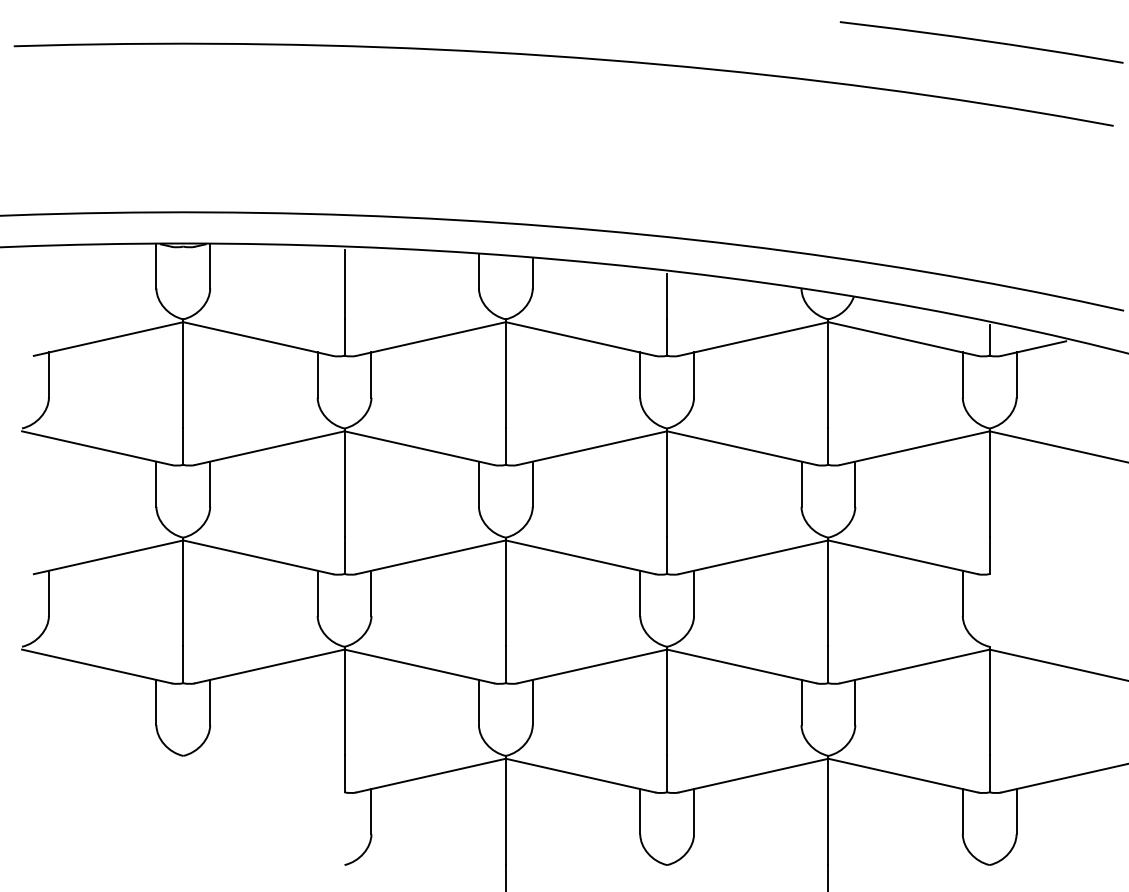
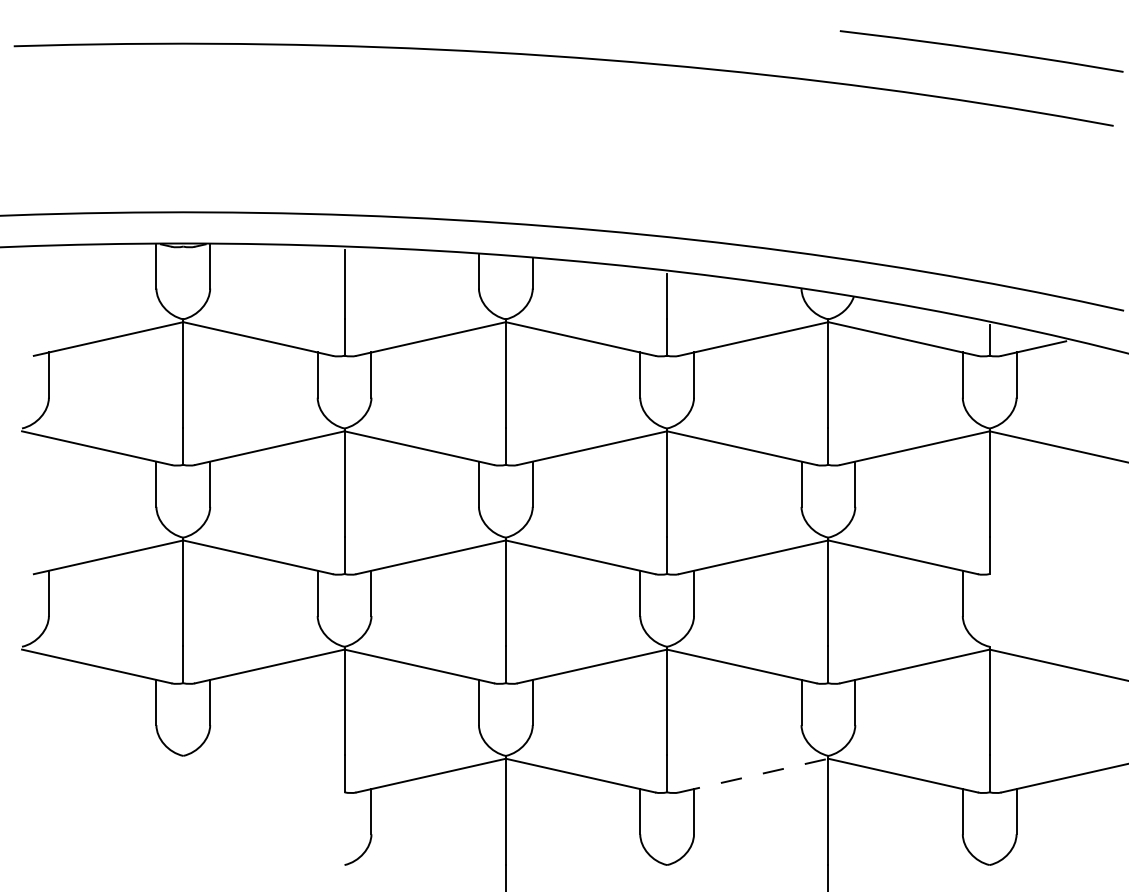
curve at (981, 41) position: (981, 41) -> (981, 50)
line at (753, 775): solid -> dashed
